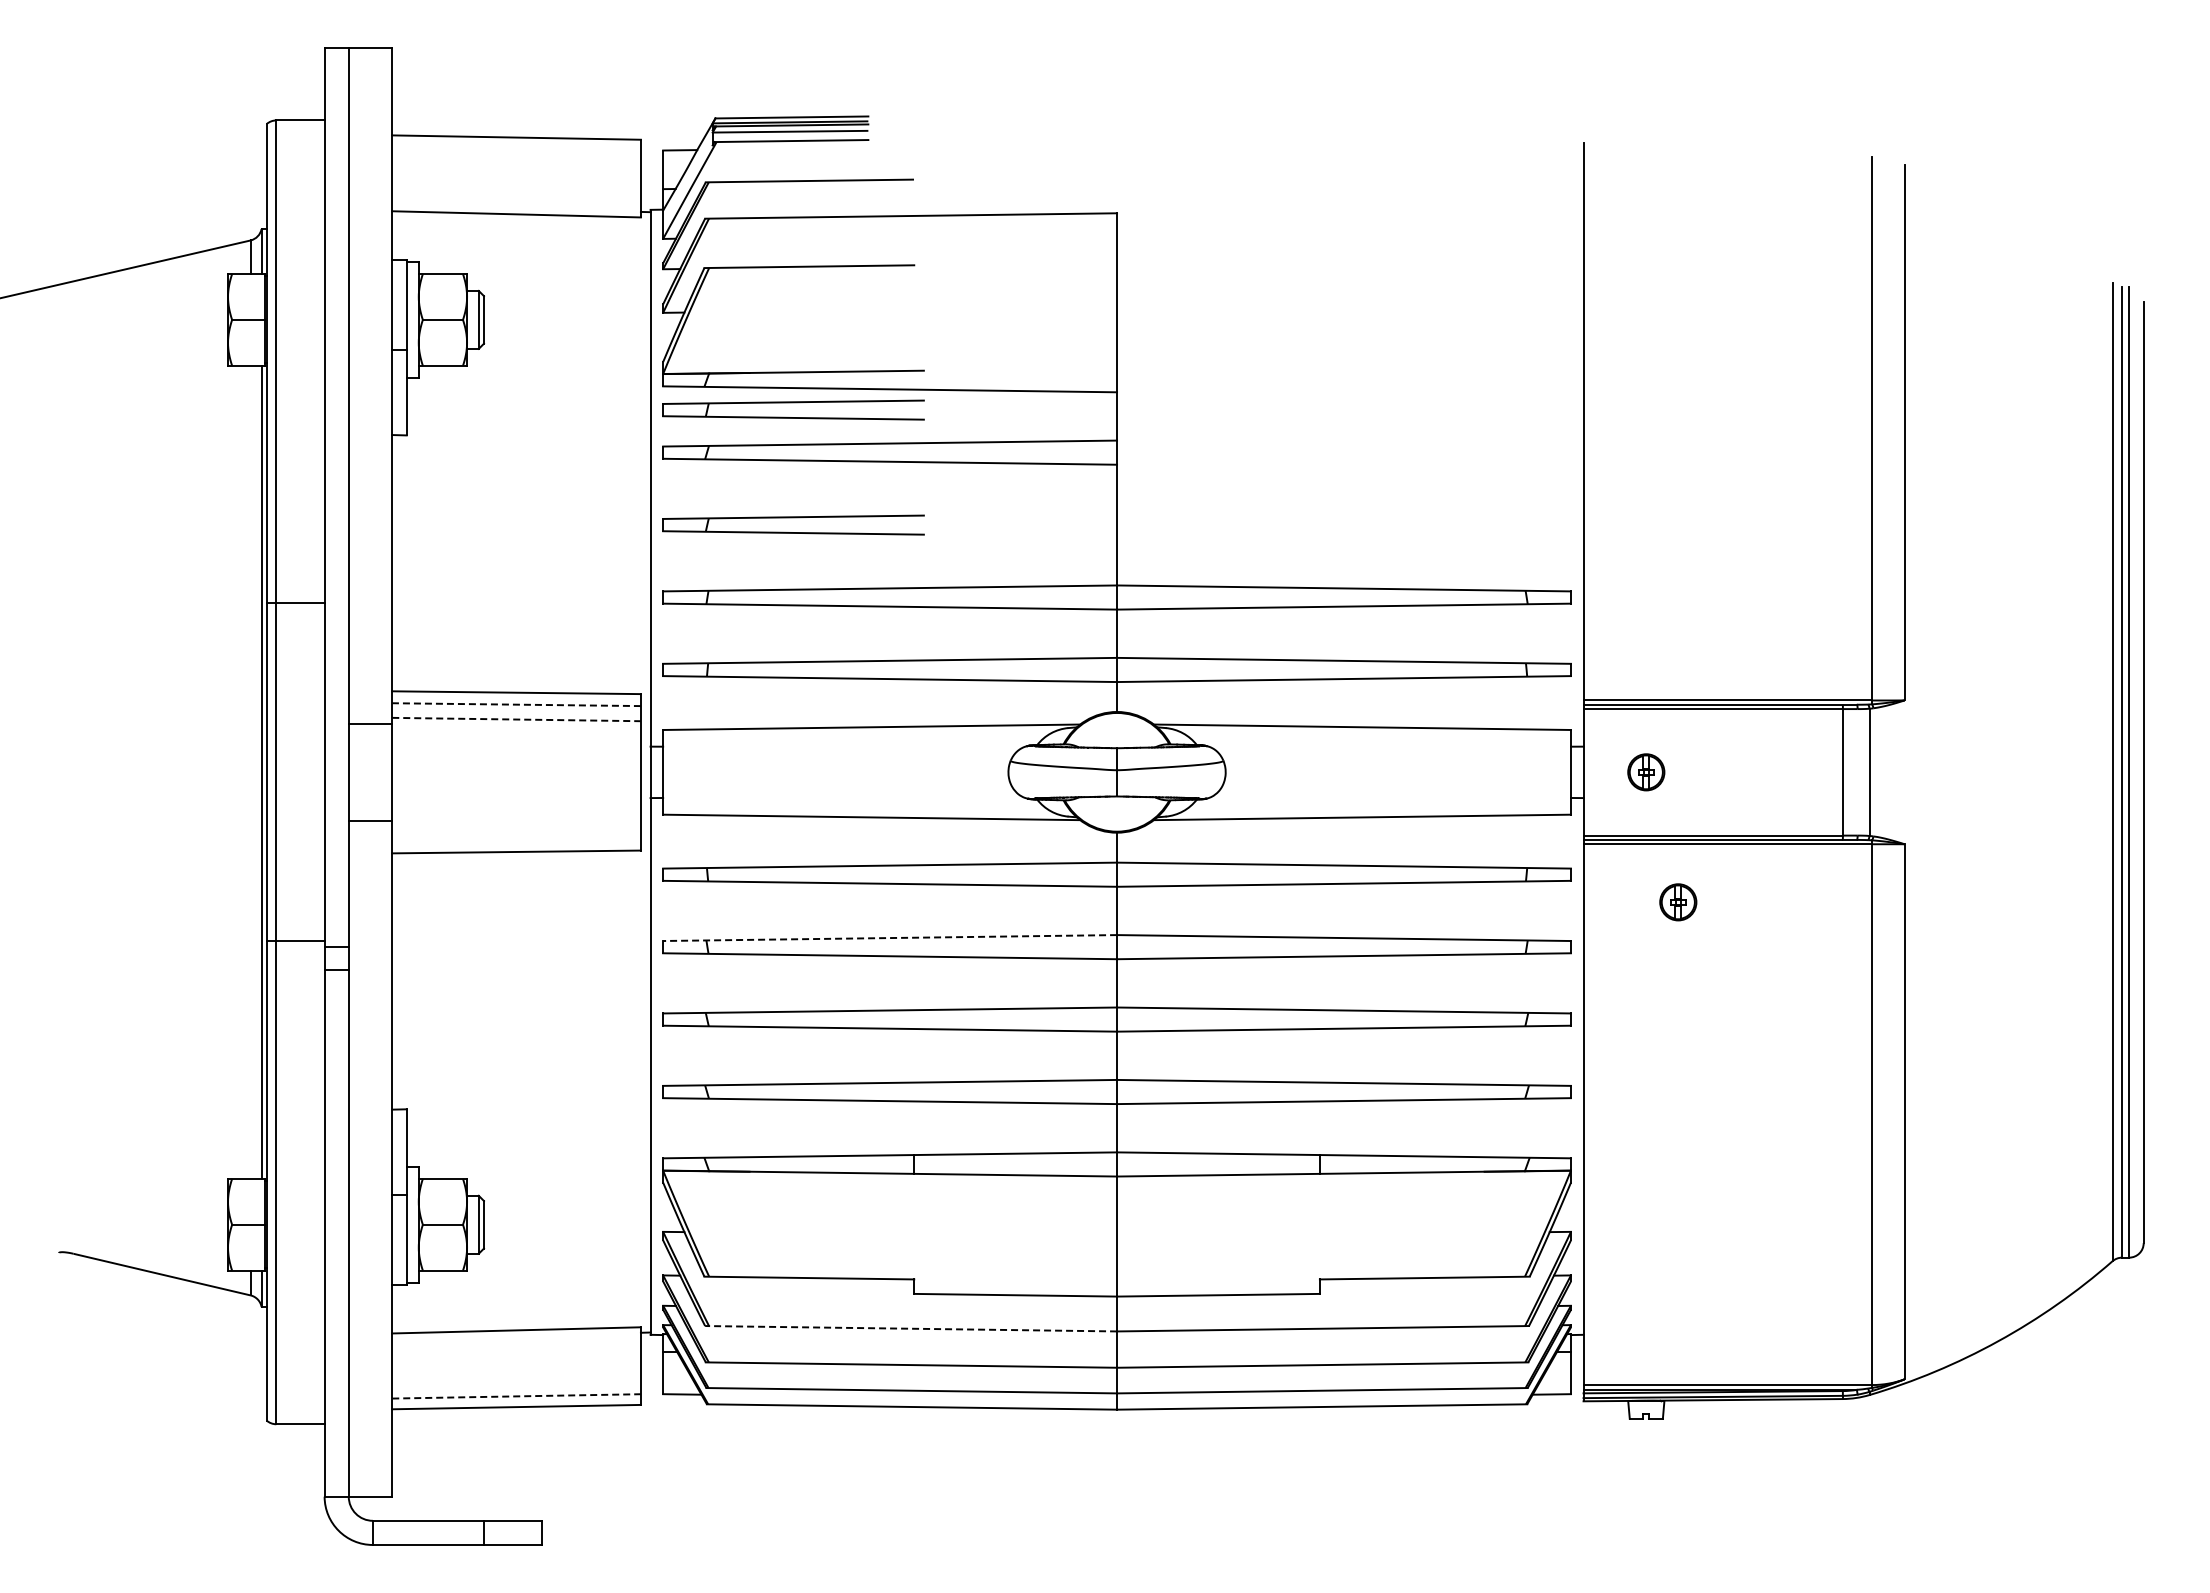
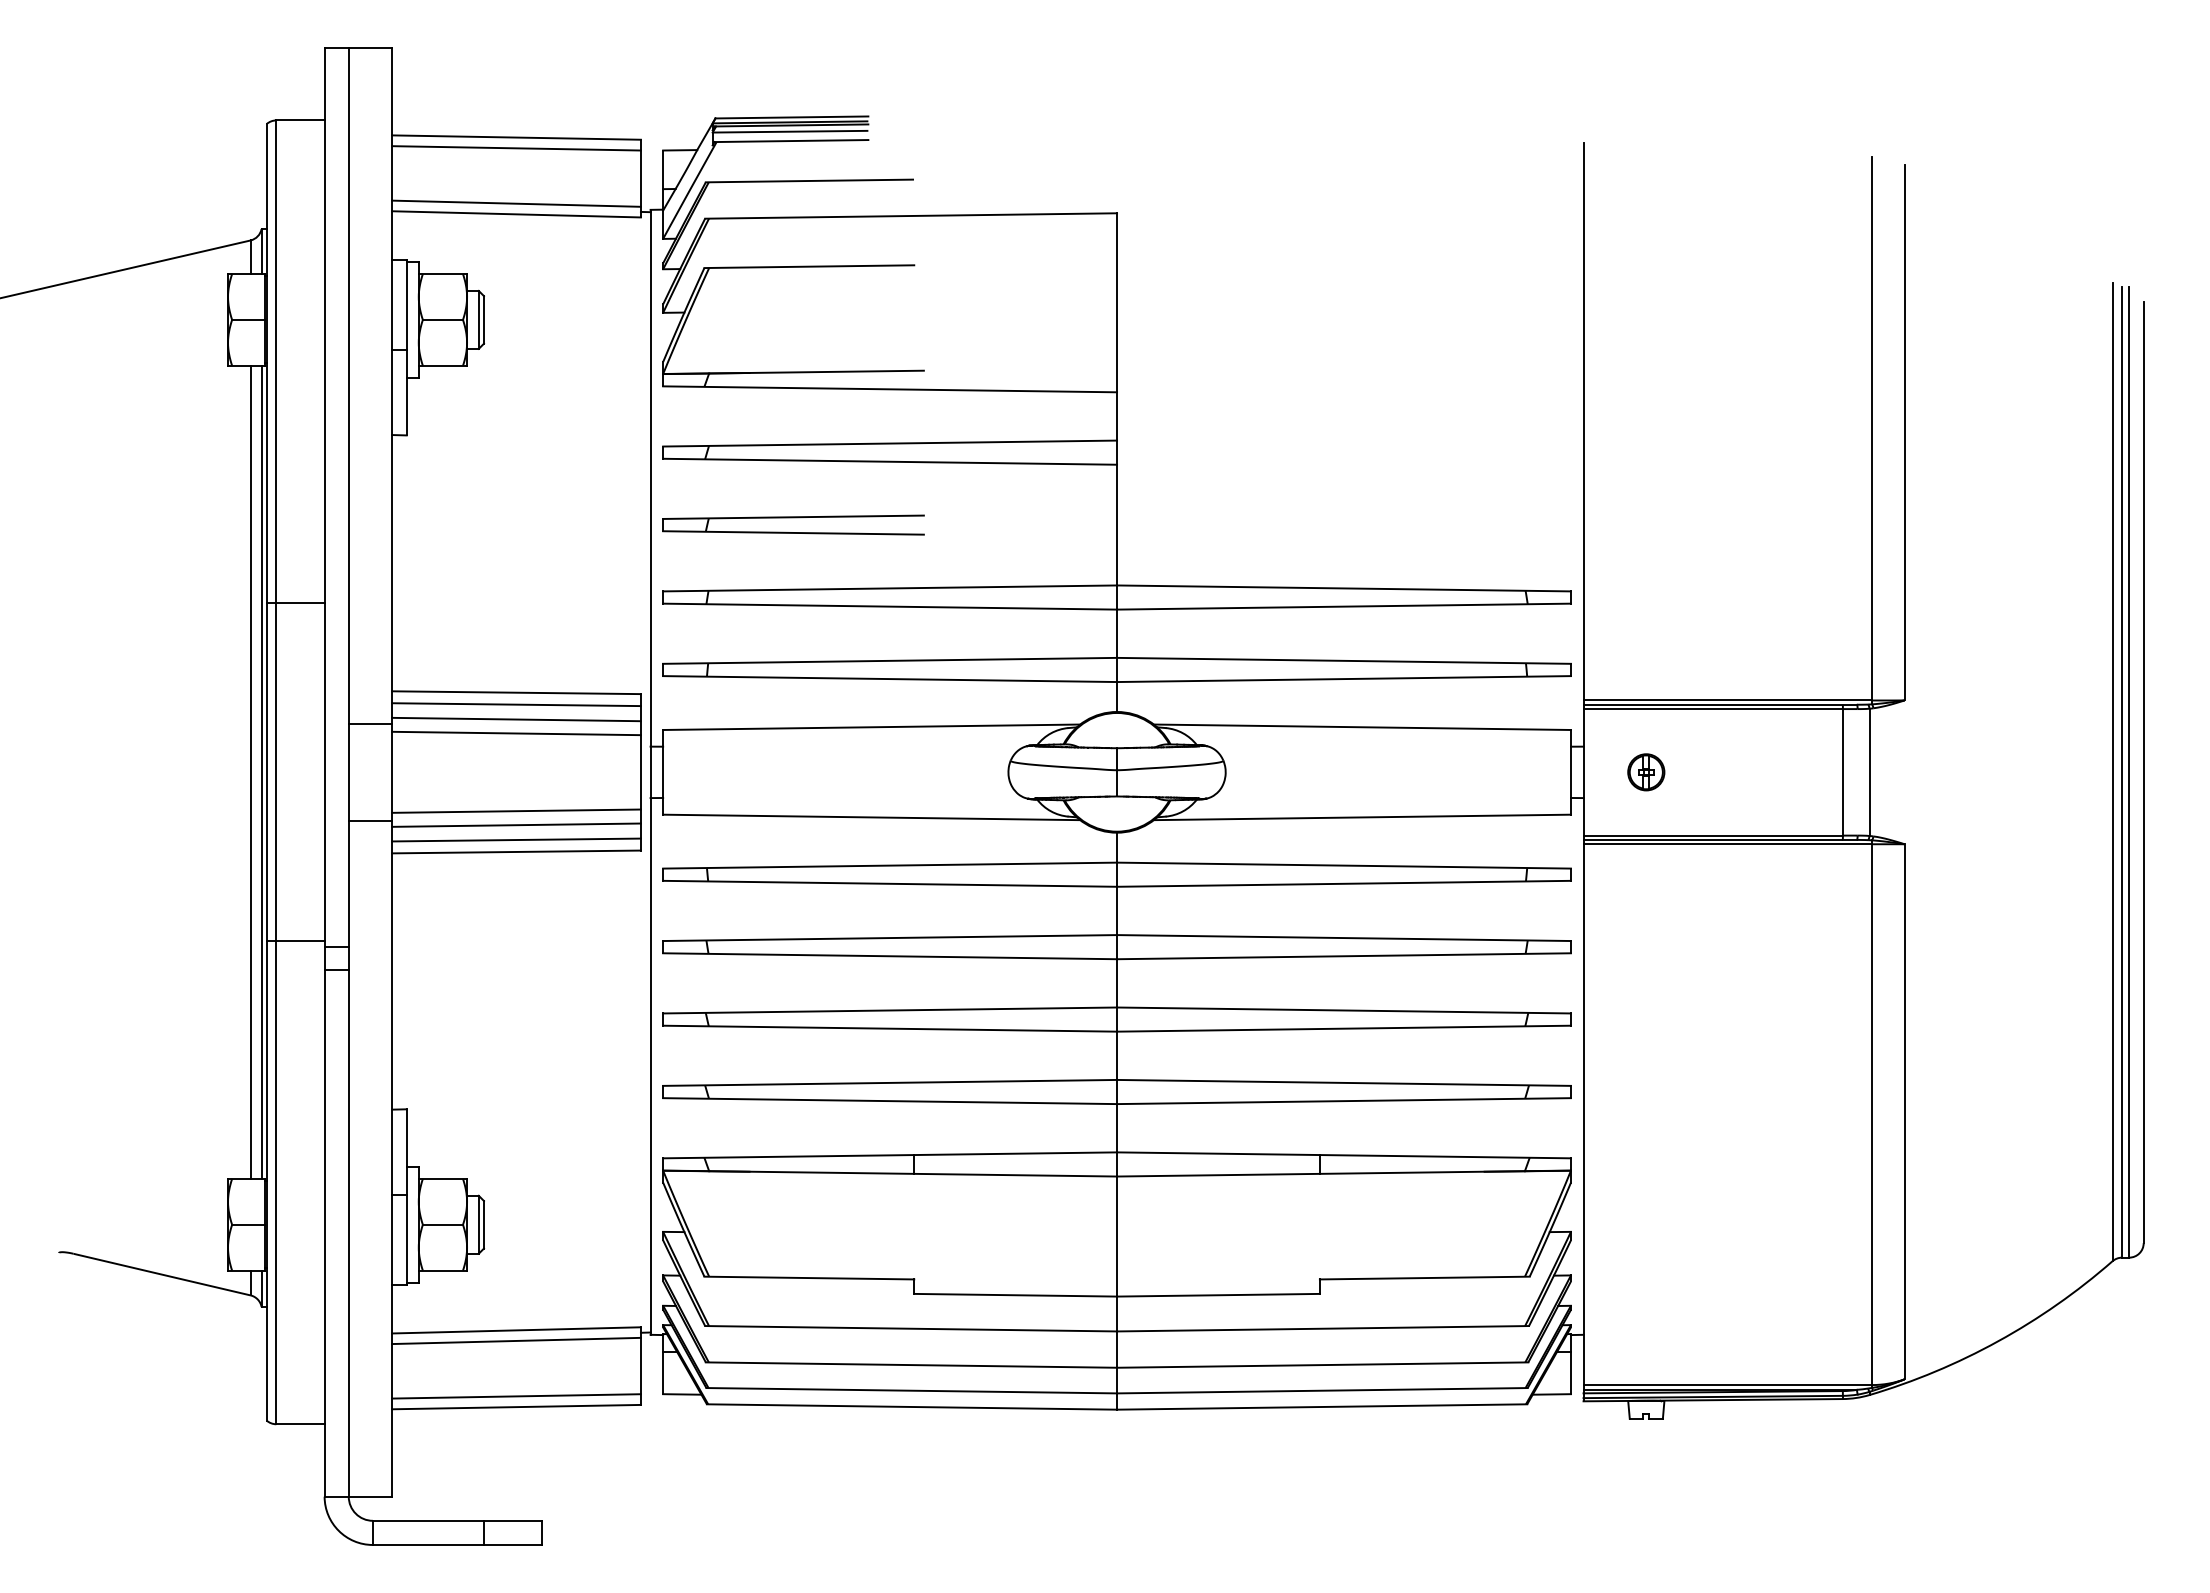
line at (516, 148): none -> present
line at (516, 203): none -> present
part at (793, 409): present -> none
line at (516, 704): dashed -> solid
line at (517, 719): dashed -> solid
line at (516, 733): none -> present
line at (250, 771): none -> present
line at (516, 810): none -> present
line at (516, 824): none -> present
line at (516, 839): none -> present
part at (1678, 902): present -> none
line at (890, 938): dashed -> solid
line at (911, 1328): dashed -> solid
line at (516, 1340): none -> present
line at (517, 1396): dashed -> solid
